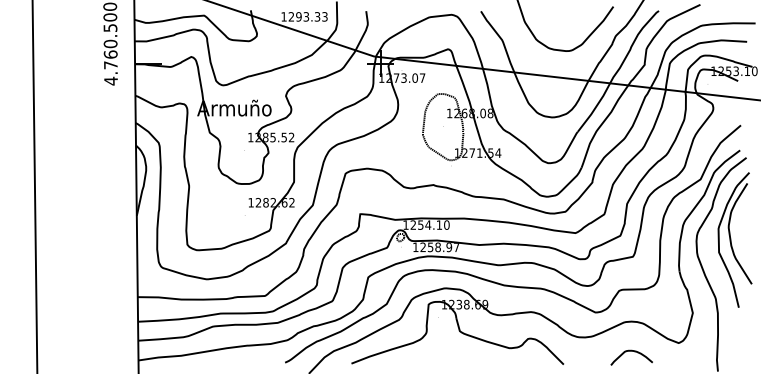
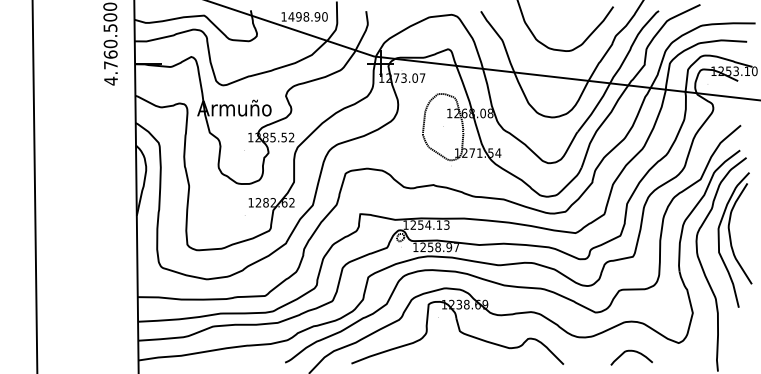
text at (307, 16): 1293.33 -> 1498.90
text at (446, 224): 1254.10 -> 1254.13
